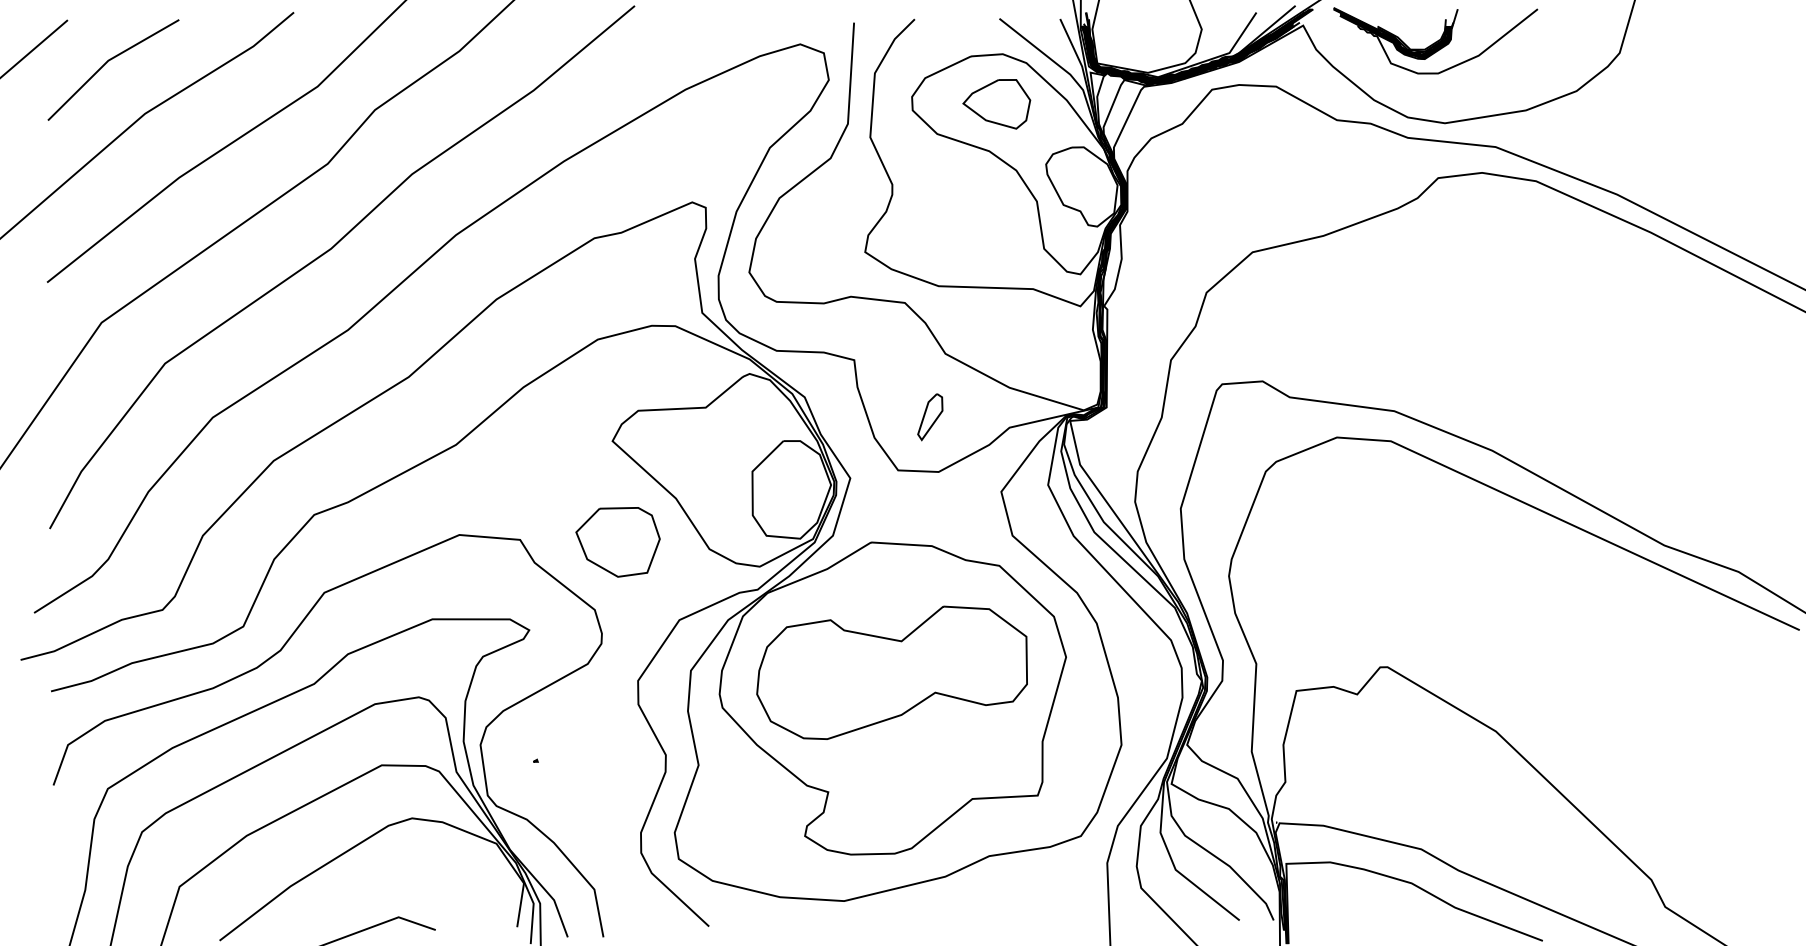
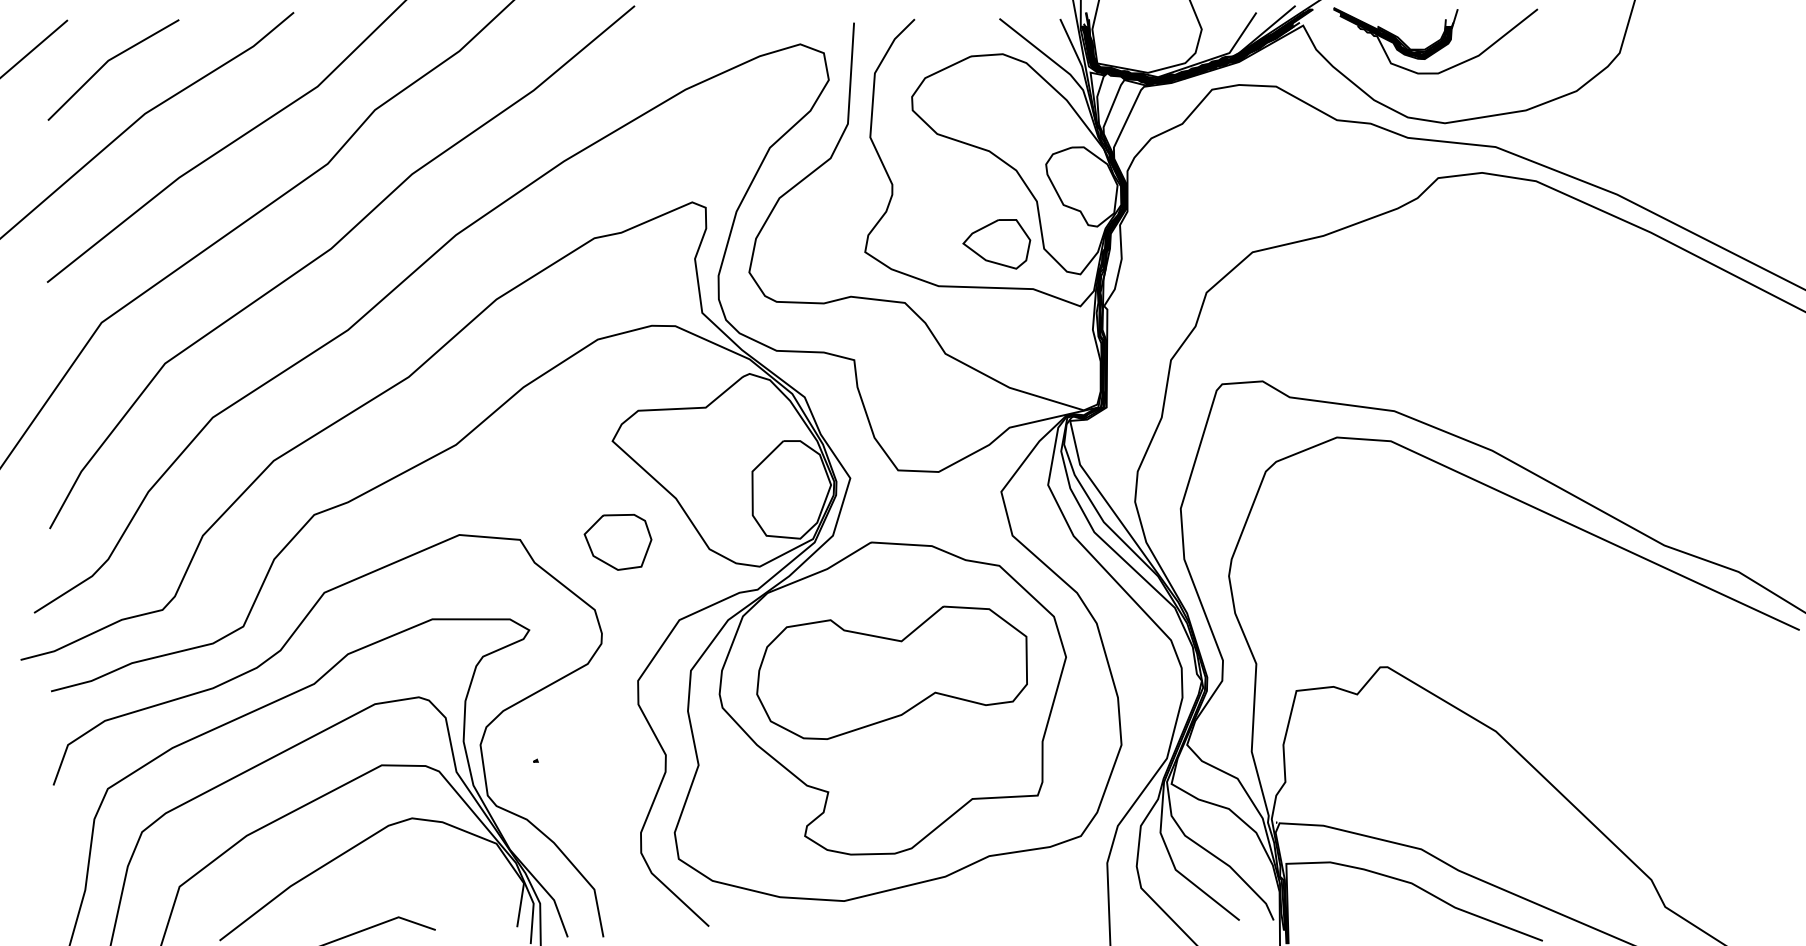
part at (996, 104) position: (996, 104) -> (996, 244)
part at (930, 417): present -> none
part at (617, 542) size: 86x71 px -> 70x58 px
